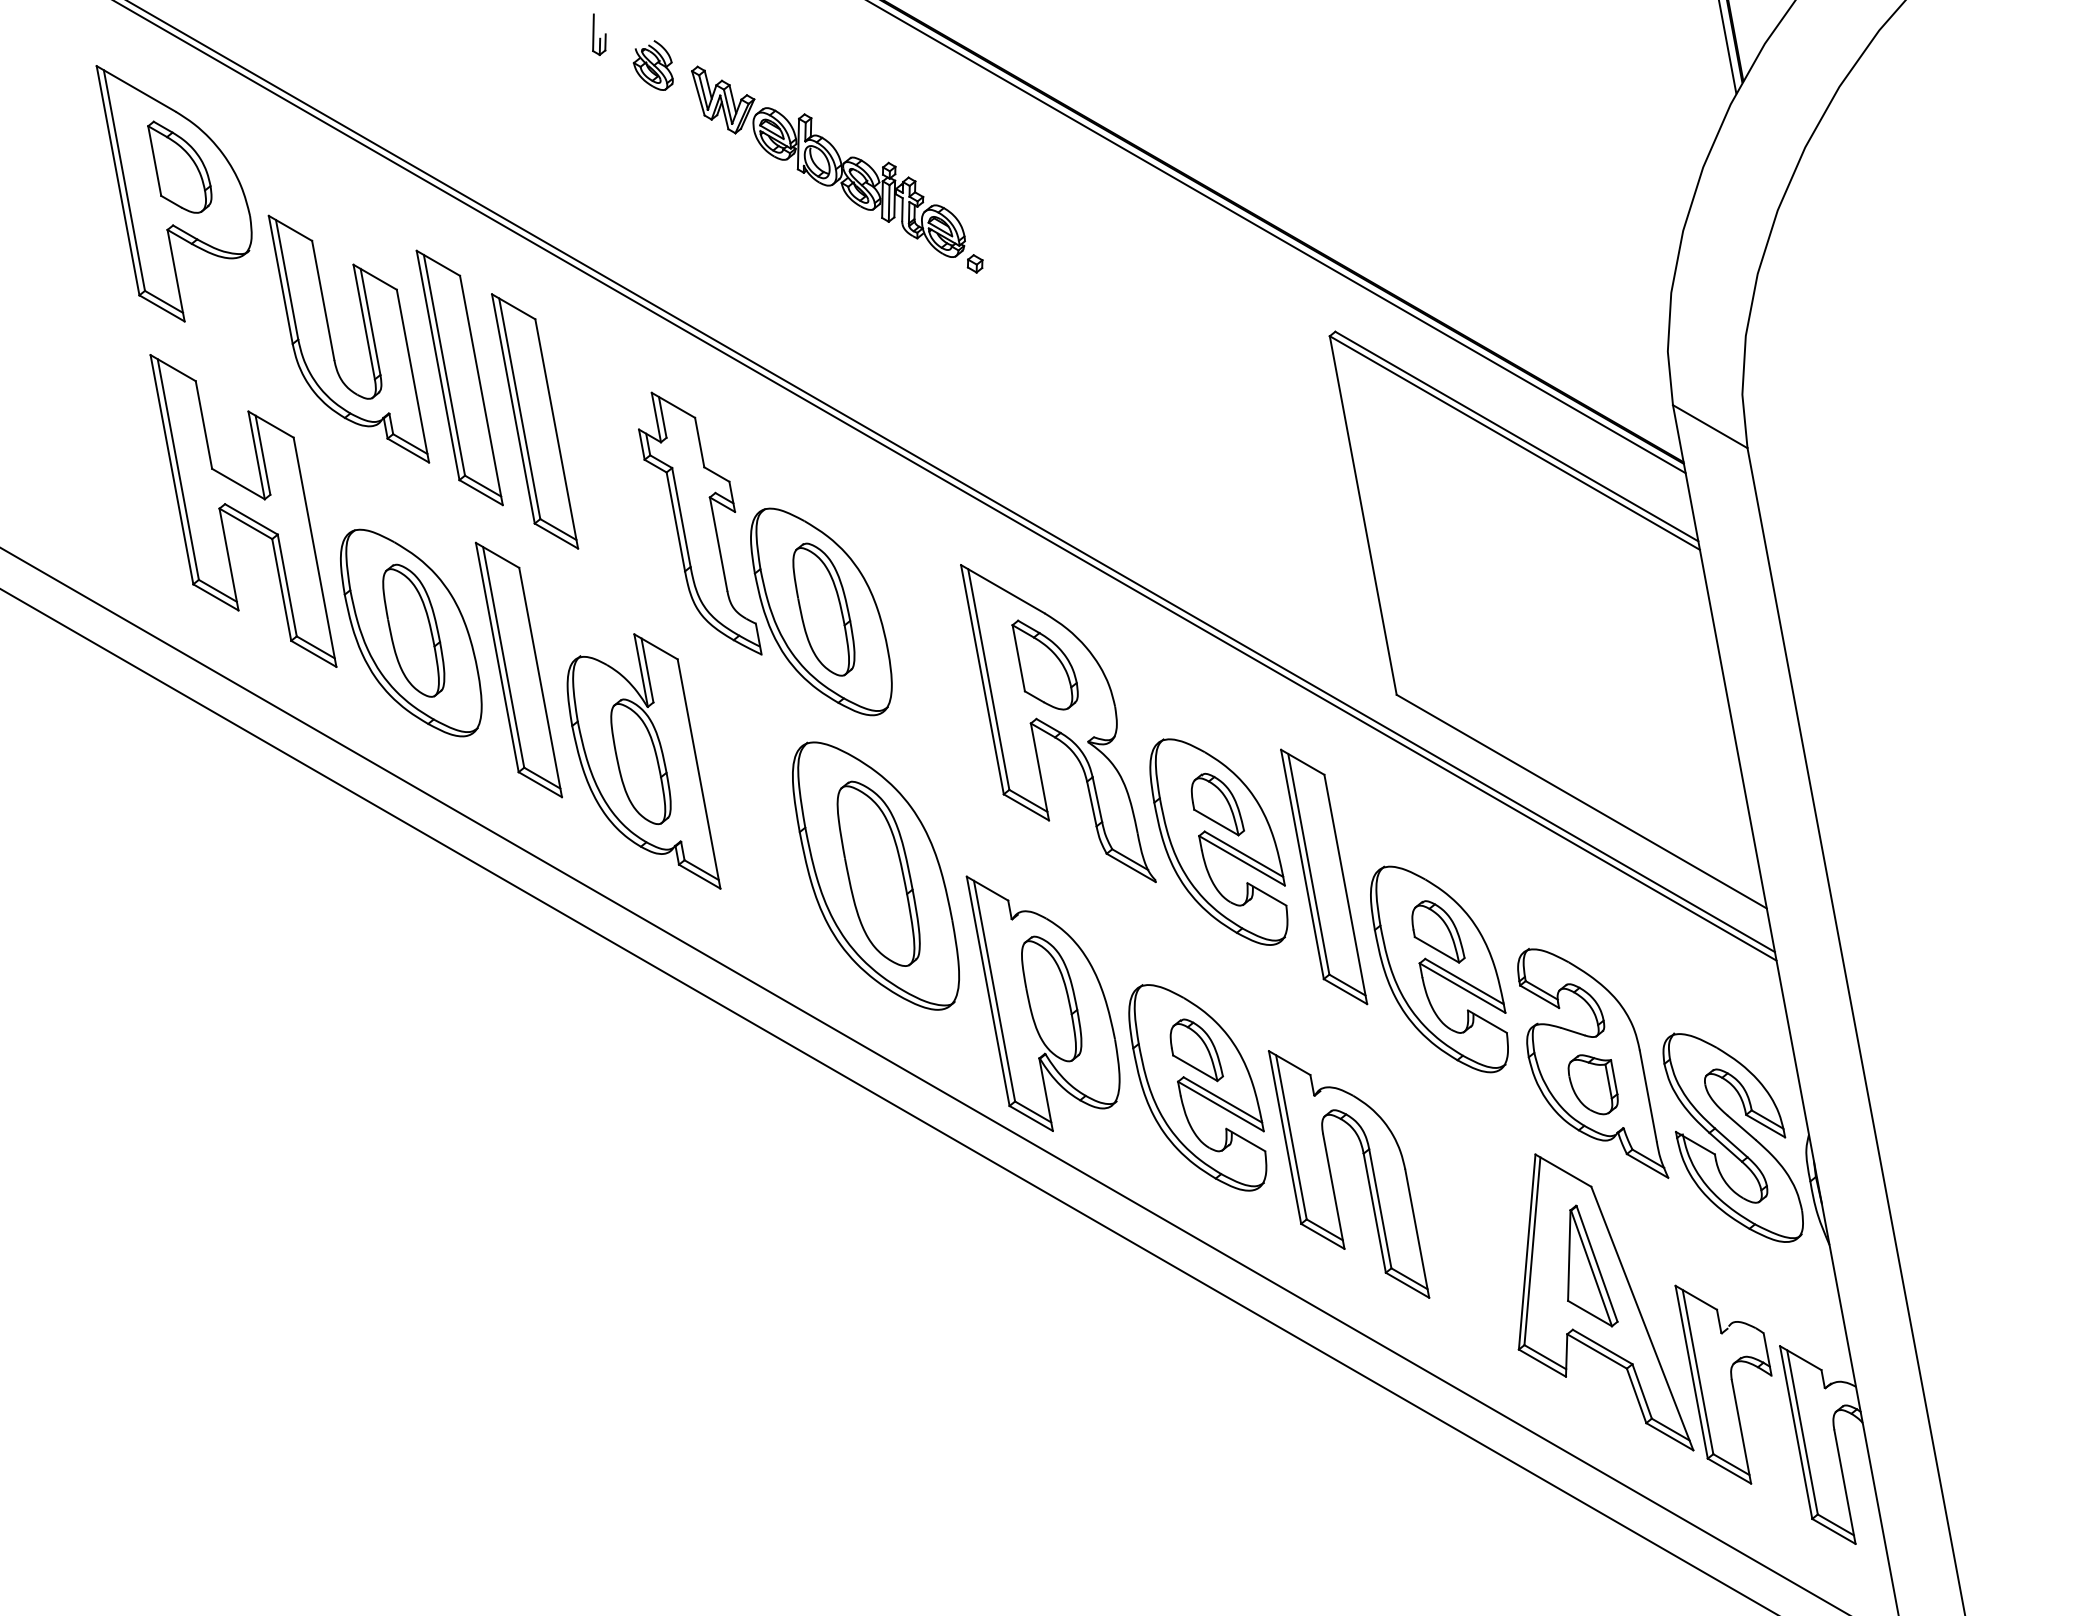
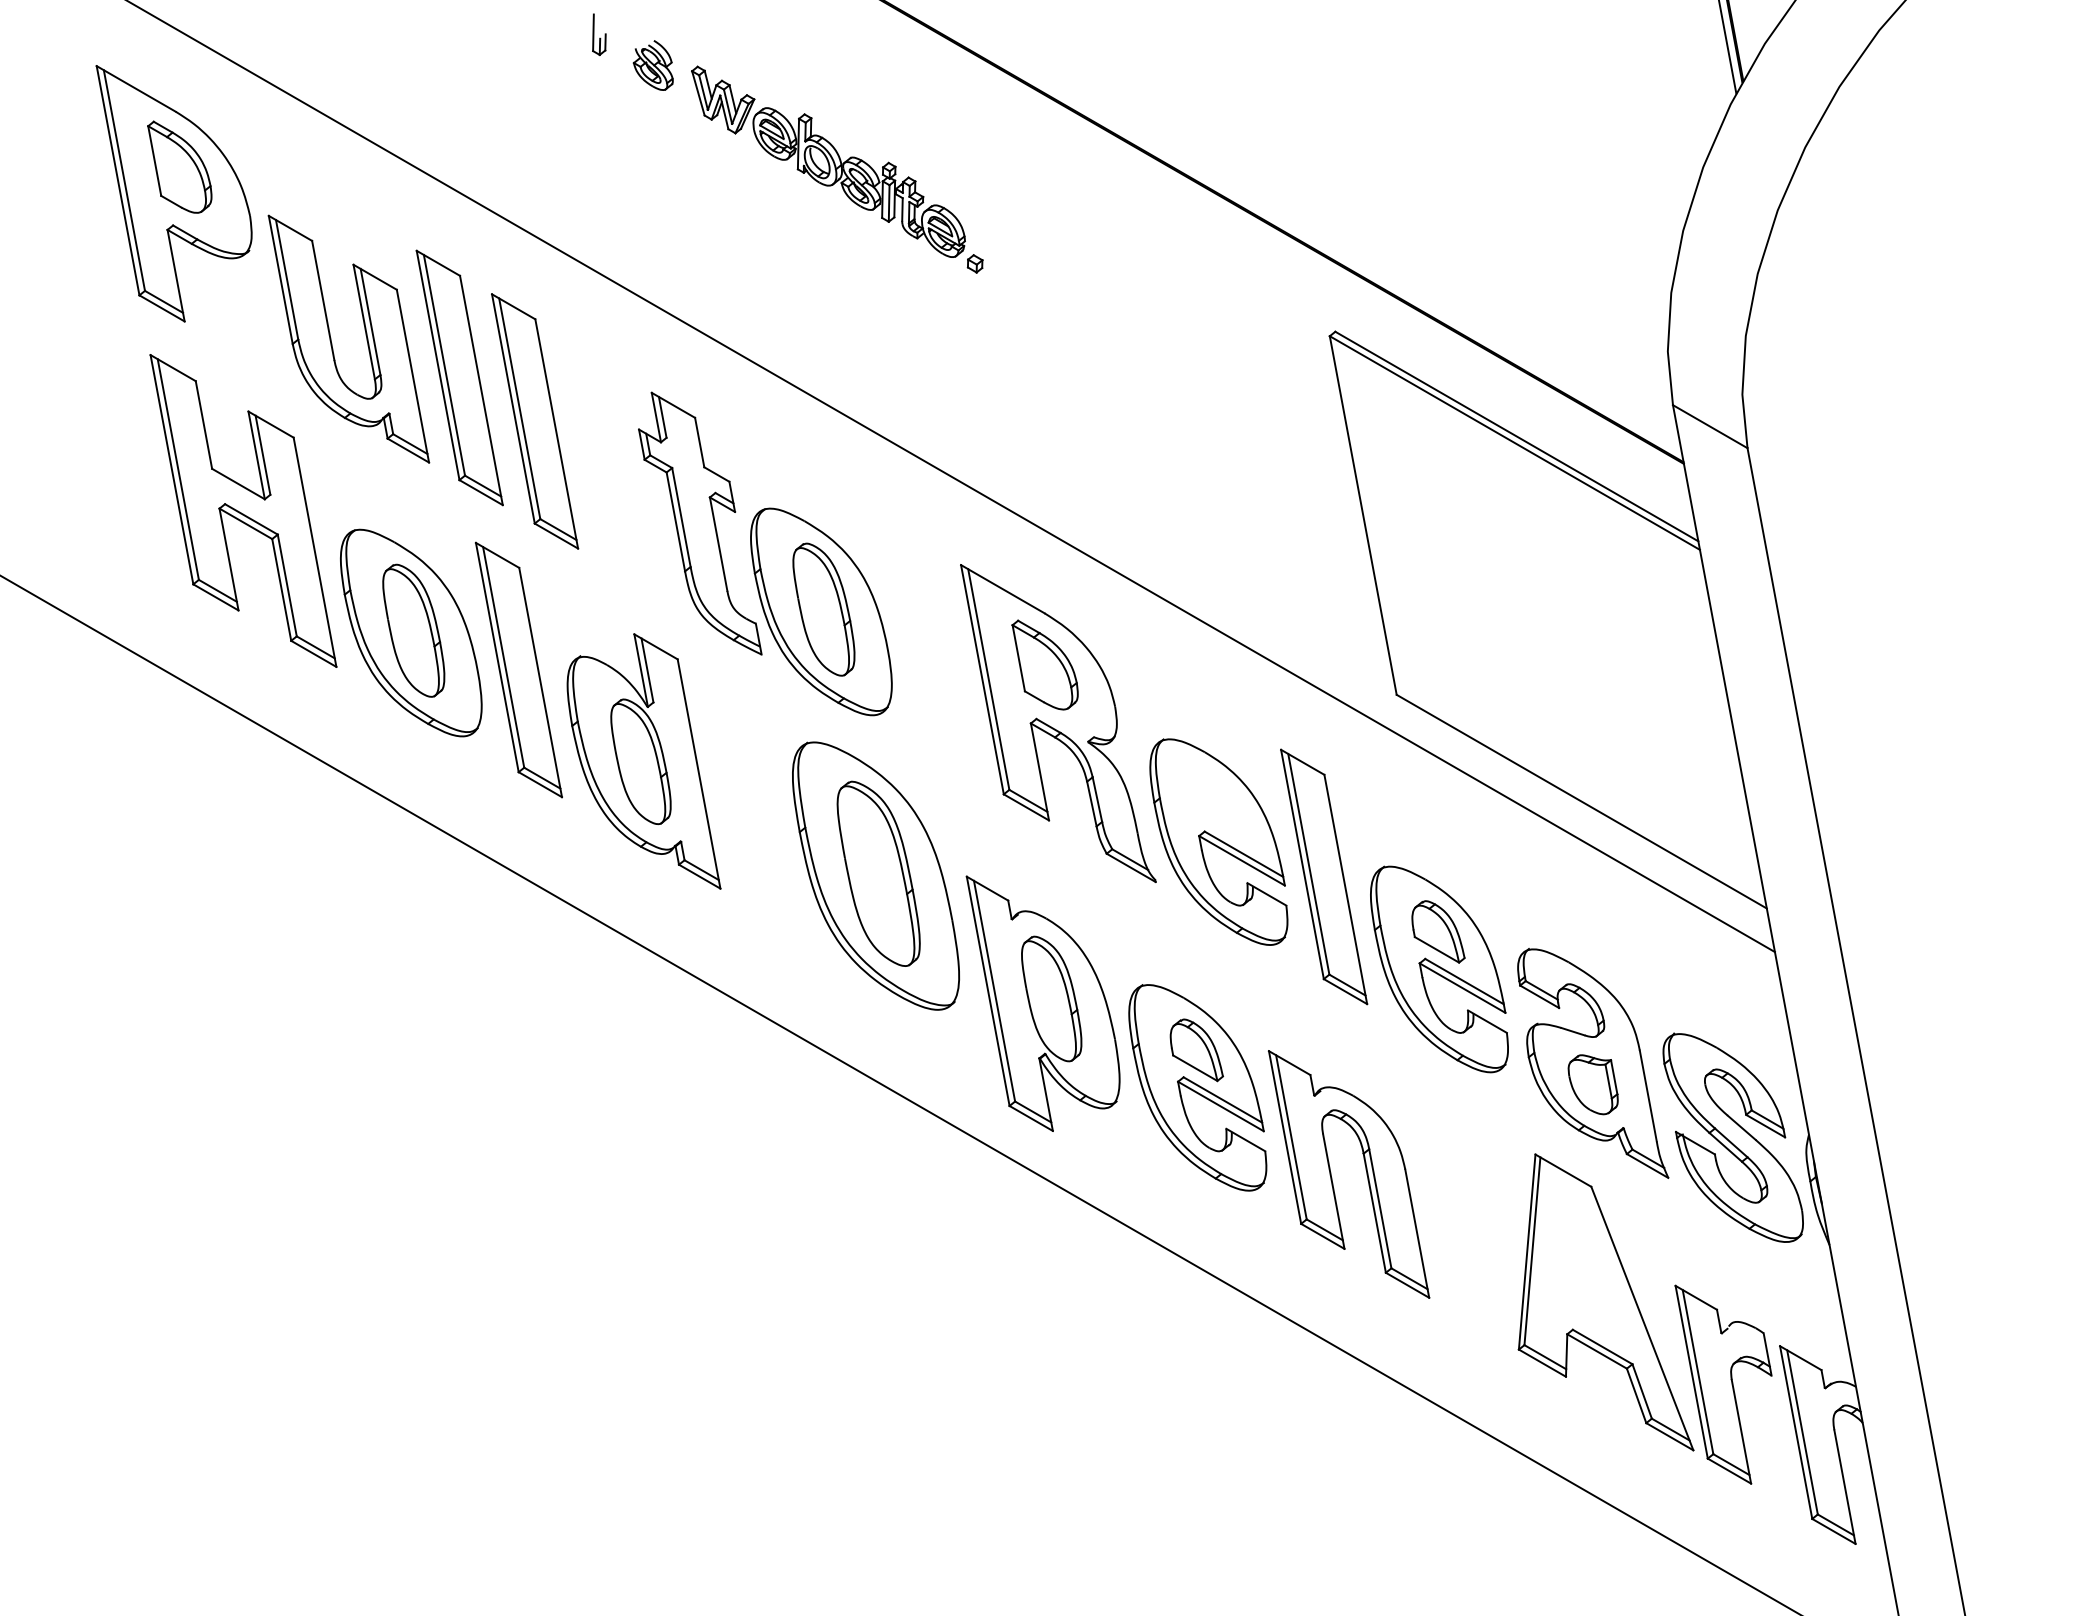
line at (1277, 237): present -> none
line at (946, 481): present -> none
part at (1217, 804): present -> none
line at (923, 1080) position: (923, 1080) -> (899, 1094)
line at (887, 1101): present -> none
part at (1592, 1265): present -> none
